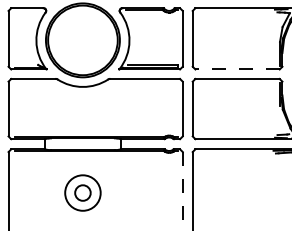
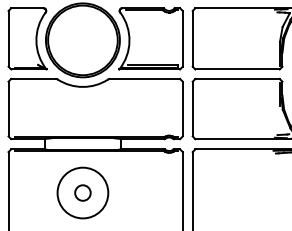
line at (237, 69): dashed -> solid
line at (182, 191): dashed -> solid
circle at (82, 192) diameter: 36 px -> 51 px
